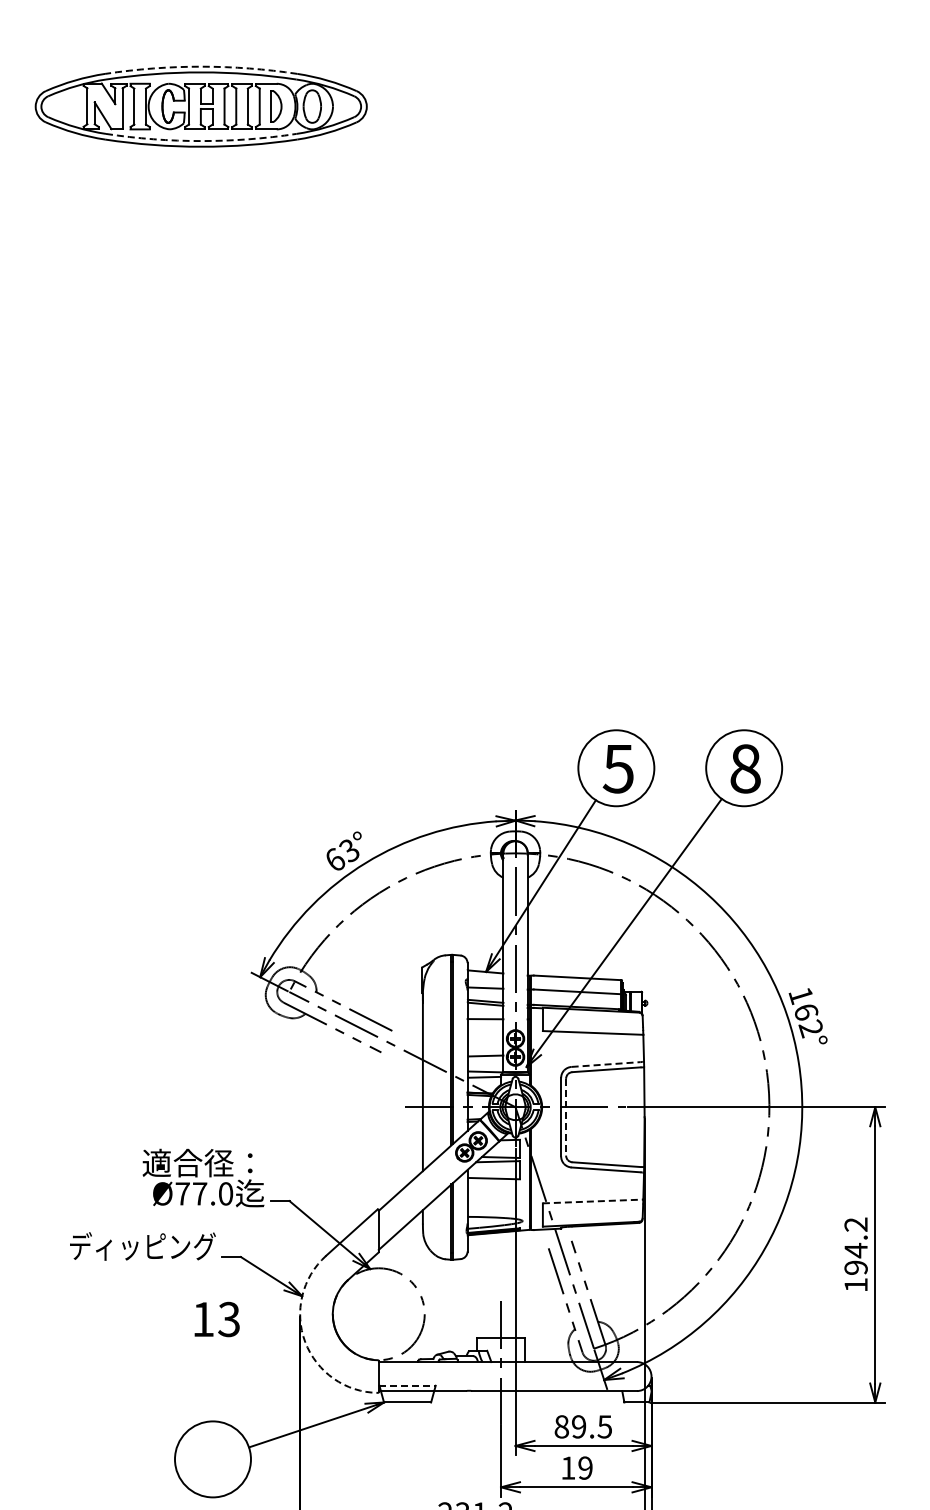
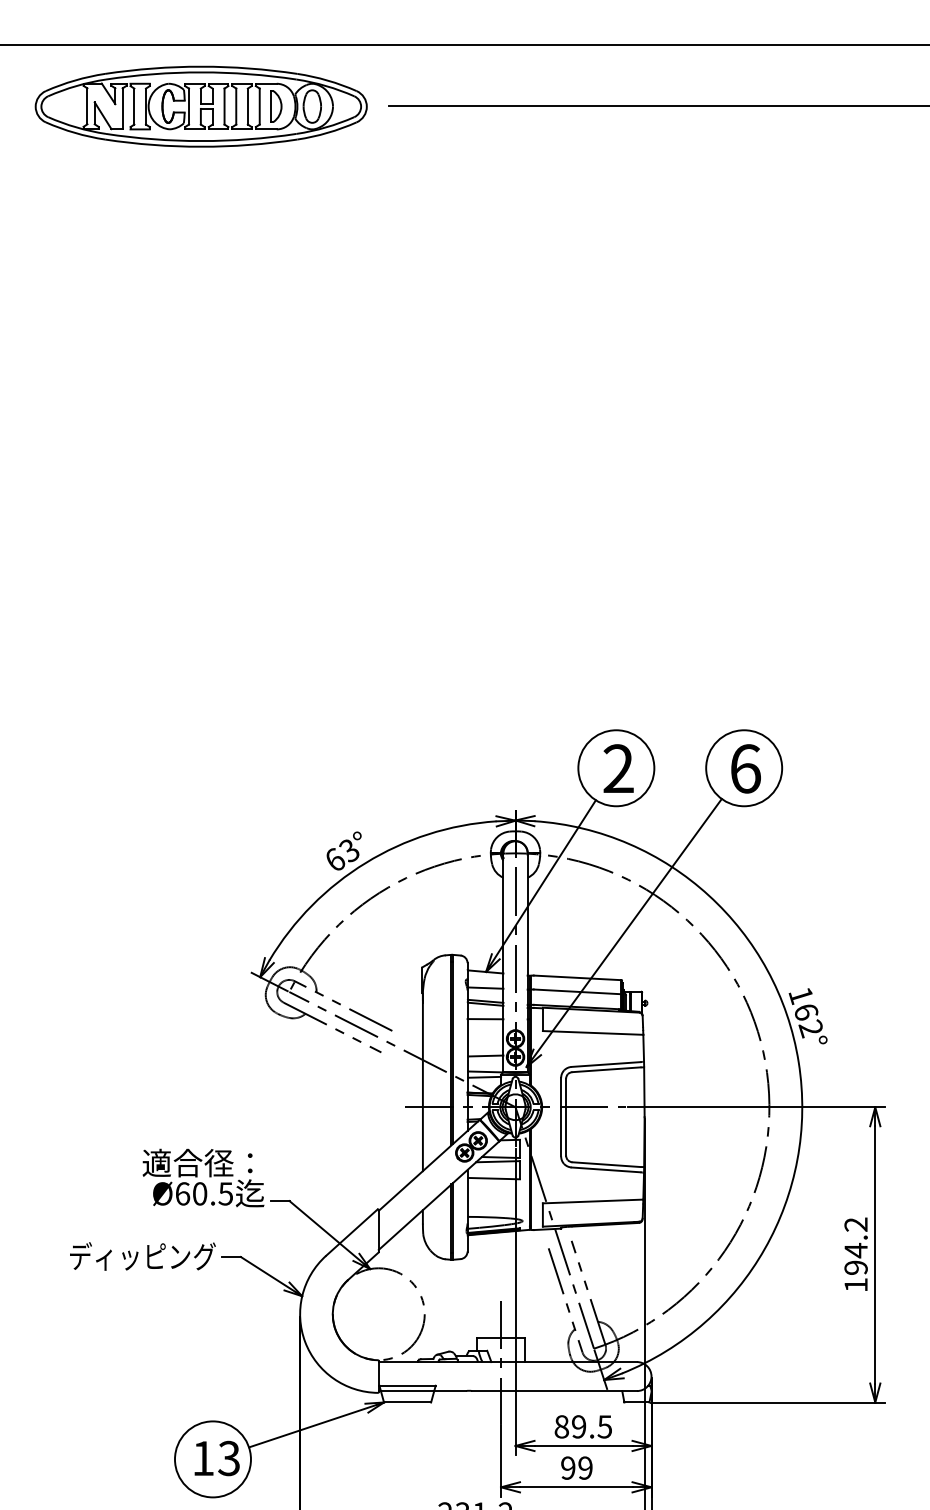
line at (464, 45): none -> present
arc at (201, 66): dashed -> solid
line at (657, 106): none -> present
arc at (201, 141): dashed -> solid
text at (617, 768): 5 -> 2
text at (745, 768): 8 -> 6
line at (606, 1064): dashed -> solid
line at (566, 1117): dashed -> solid
text at (204, 1193): Ø77.0 -> Ø60.5
line at (593, 1201): dashed -> solid
text at (142, 1246) position: (142, 1246) -> (142, 1256)
text at (216, 1319) position: (216, 1319) -> (216, 1458)
arc at (305, 1342): dashed -> solid
line at (408, 1385): dashed -> solid
text at (568, 1467): 19 -> 99
